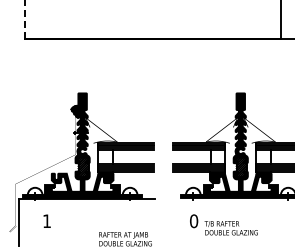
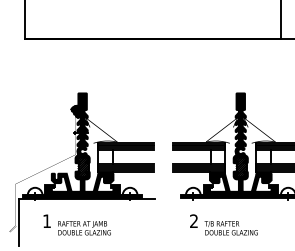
line at (24, 19): dashed -> solid
text at (194, 221): 0 -> 2
text at (125, 239) position: (125, 239) -> (84, 228)
